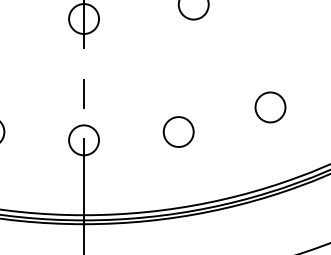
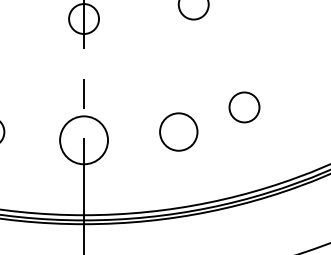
circle at (270, 107) position: (270, 107) -> (244, 107)
circle at (178, 131) size: 33x32 px -> 40x40 px
circle at (84, 140) diameter: 30 px -> 48 px
